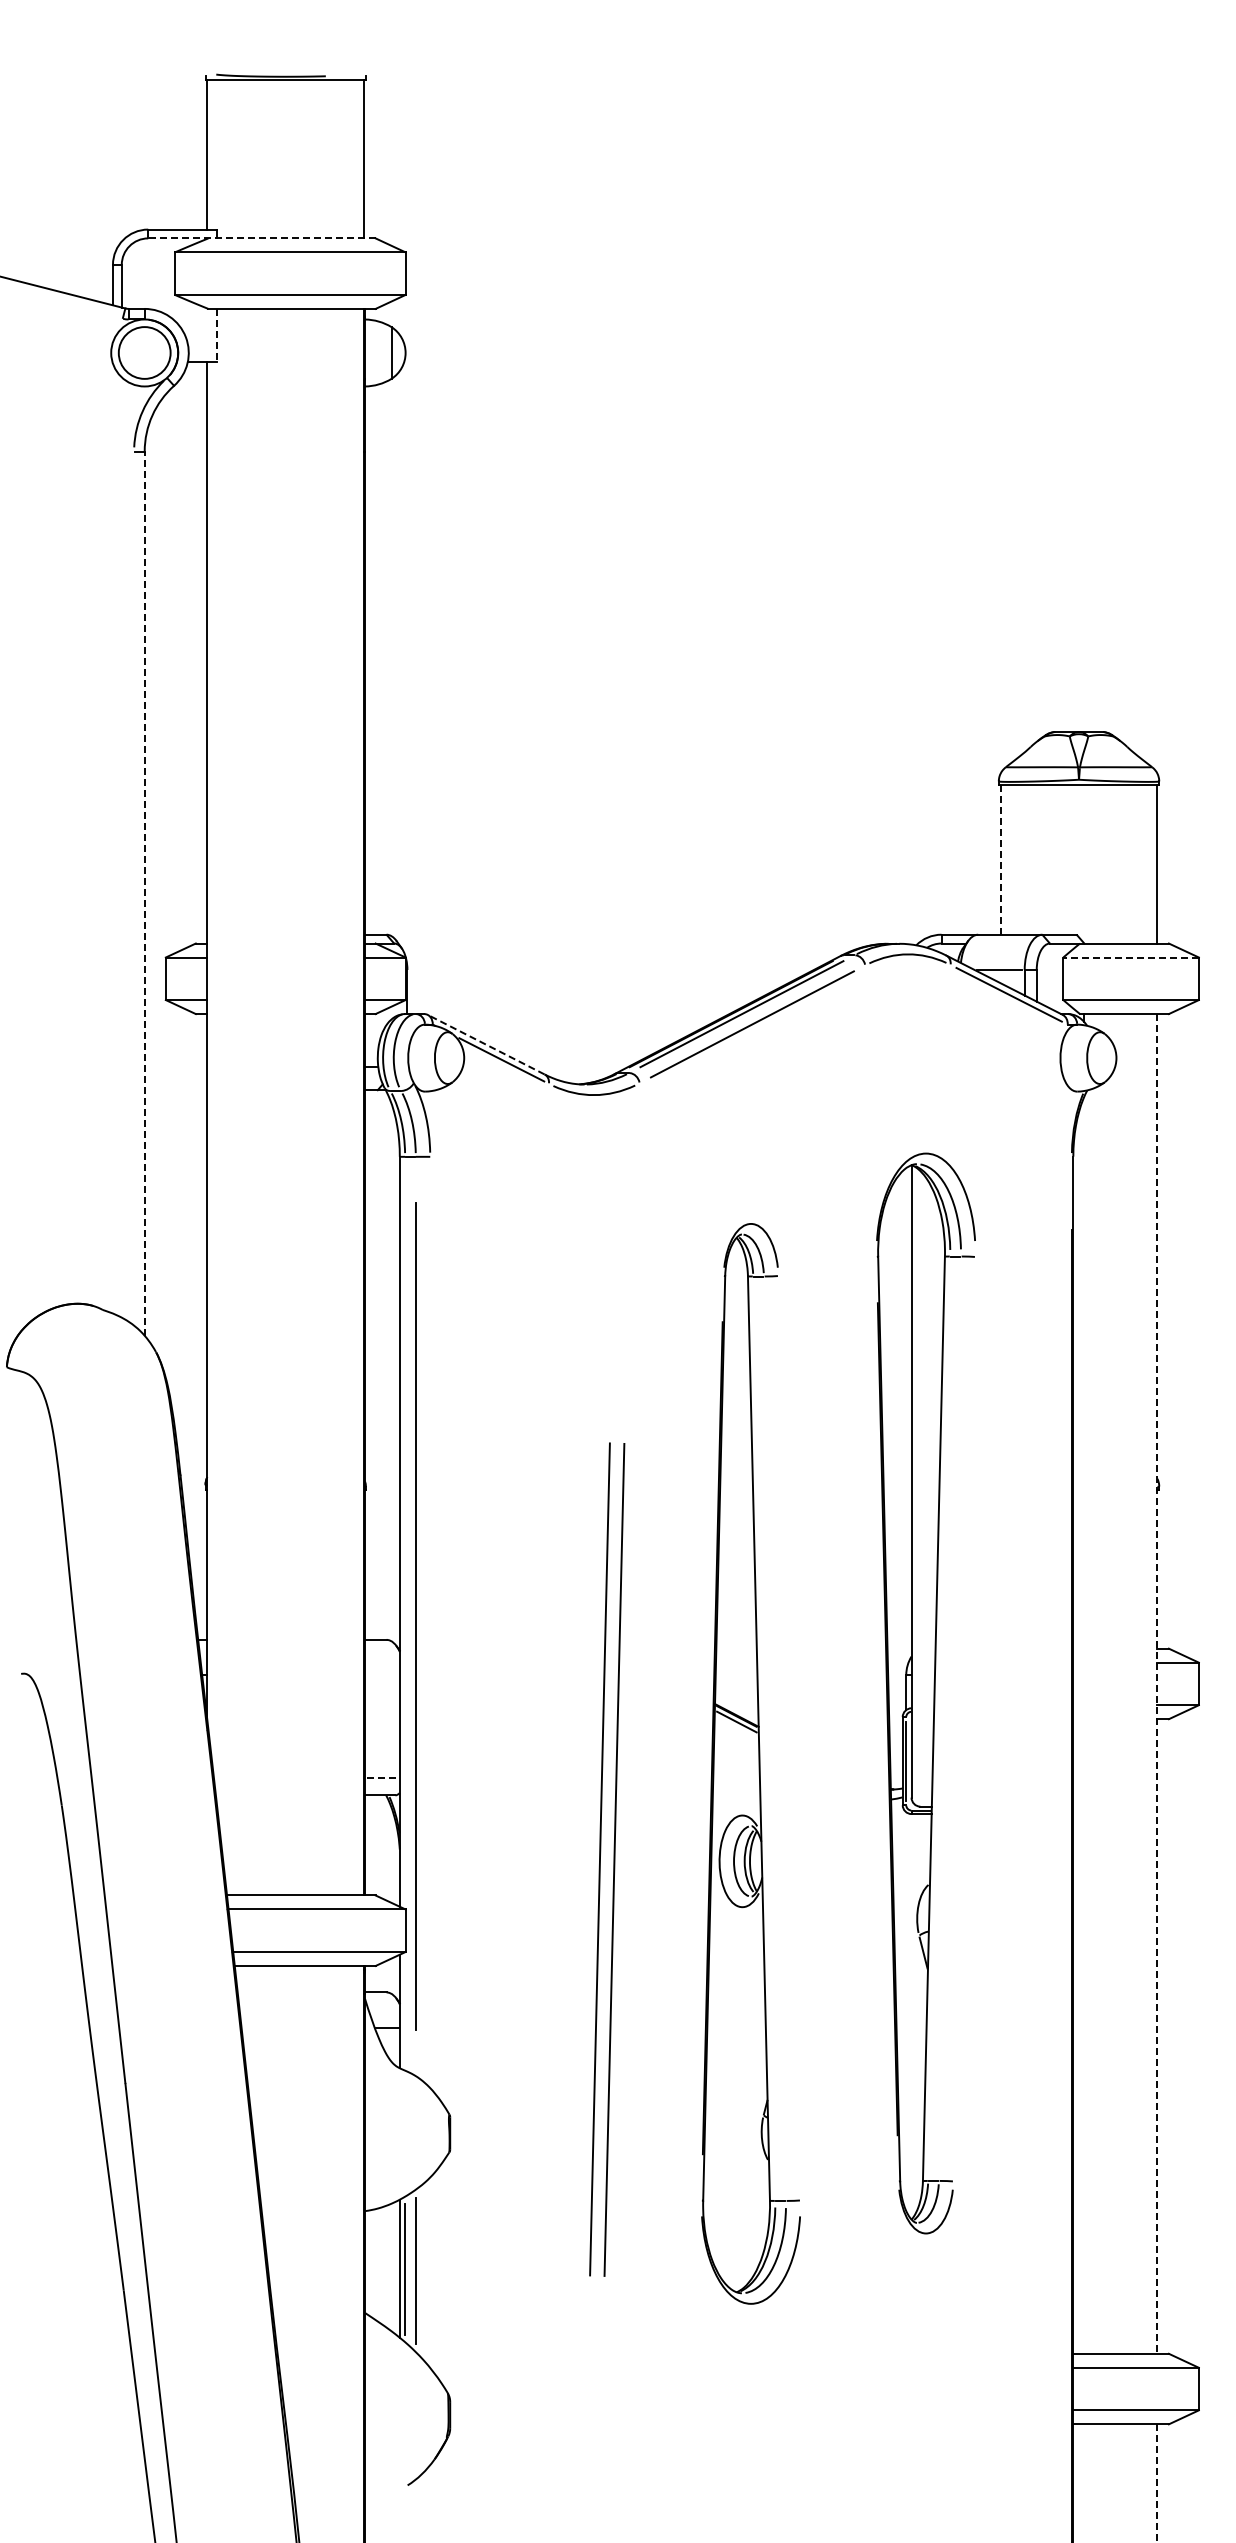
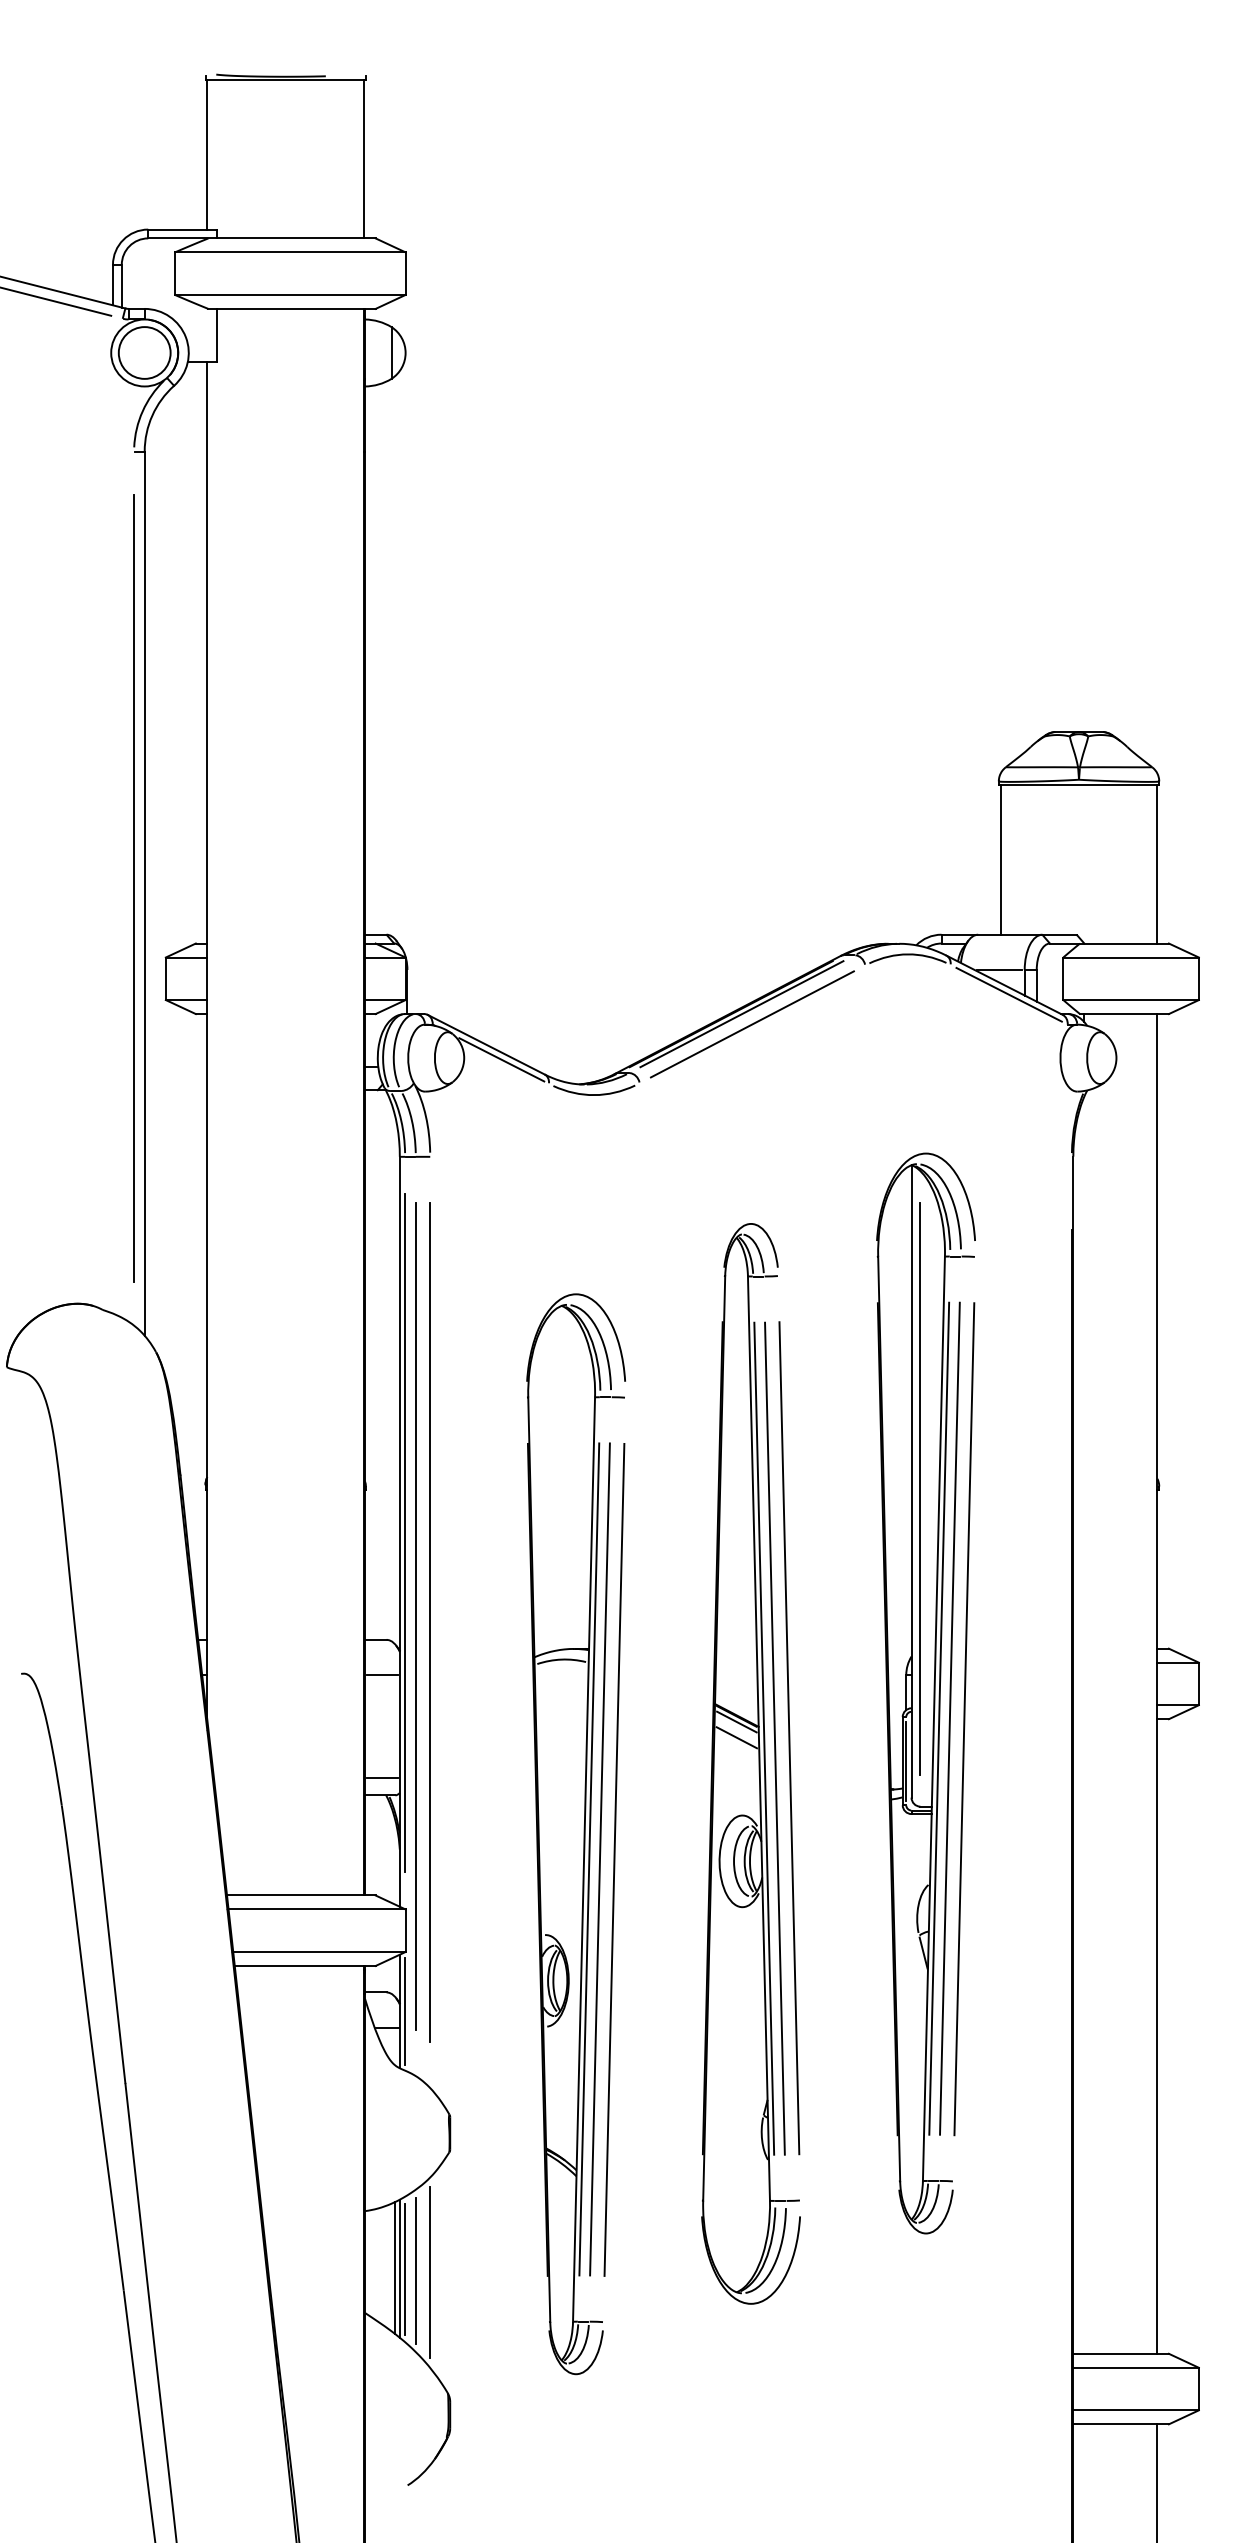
line at (261, 238): dashed -> solid
line at (56, 301): none -> present
line at (216, 335): dashed -> solid
line at (1000, 859): dashed -> solid
line at (134, 888): none -> present
line at (144, 893): dashed -> solid
line at (1131, 957): dashed -> solid
line at (486, 1044): dashed -> solid
line at (920, 1488): none -> present
line at (405, 1532): none -> present
line at (429, 1622): none -> present
line at (382, 1675): none -> present
line at (1157, 1683): dashed -> solid
line at (939, 1718): none -> present
line at (949, 1718): none -> present
line at (964, 1719): none -> present
line at (736, 1737): none -> present
line at (764, 1738): none -> present
line at (774, 1738): none -> present
line at (789, 1738): none -> present
line at (382, 1777): dashed -> solid
part at (575, 1834): none -> present
line at (405, 2011): none -> present
line at (394, 2267): none -> present
line at (430, 2272): none -> present
line at (1157, 2484): dashed -> solid
